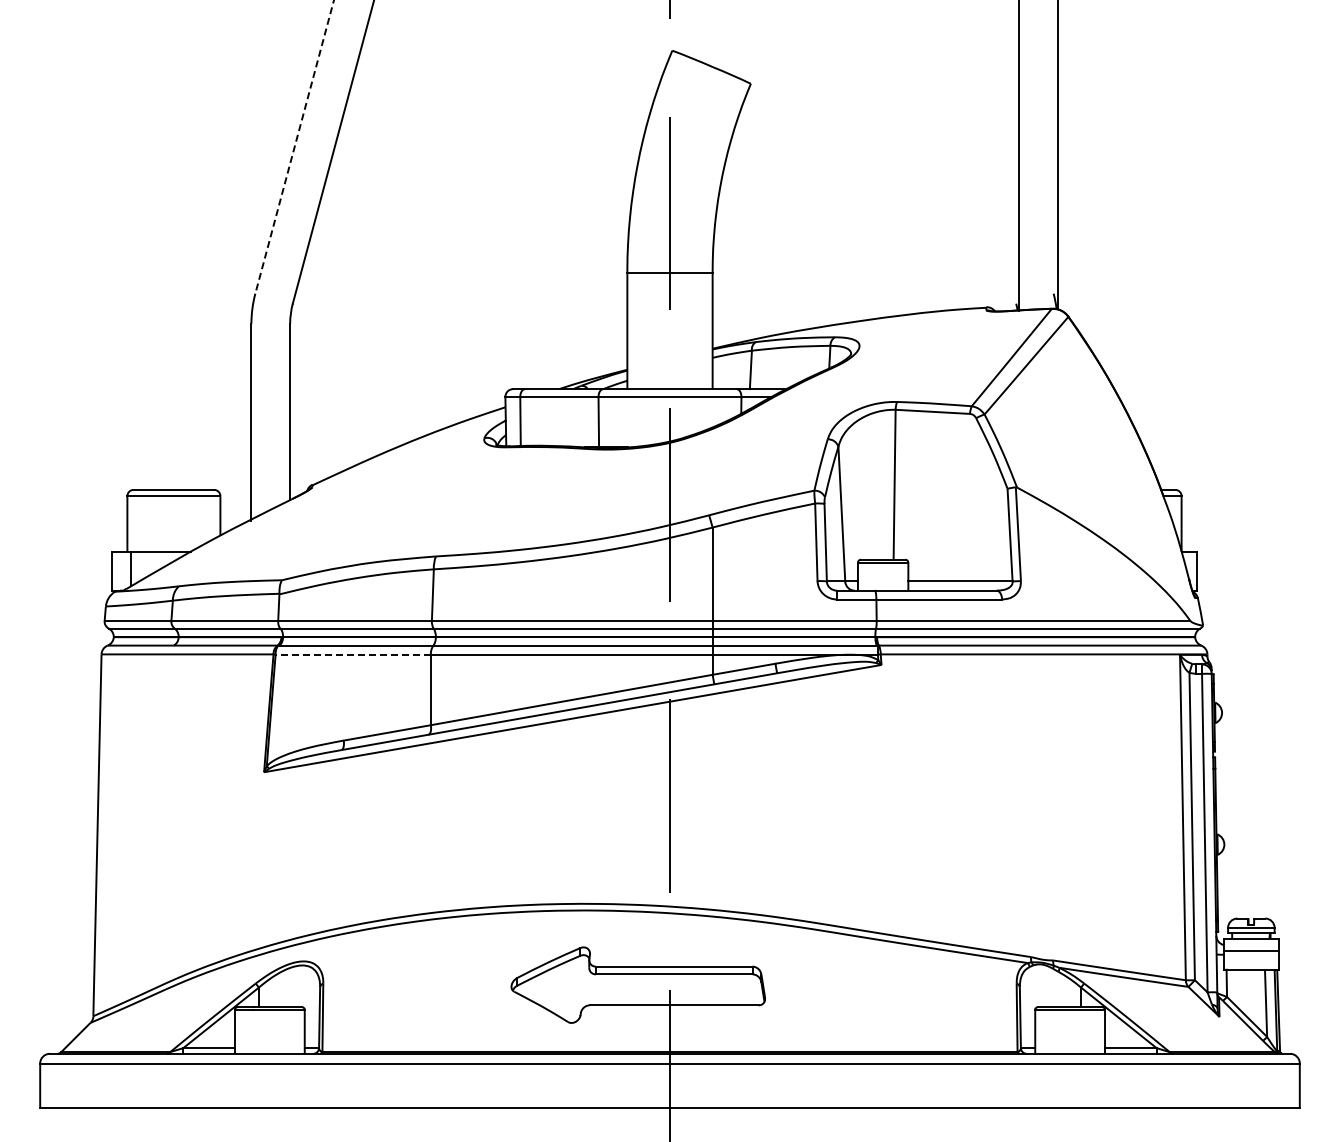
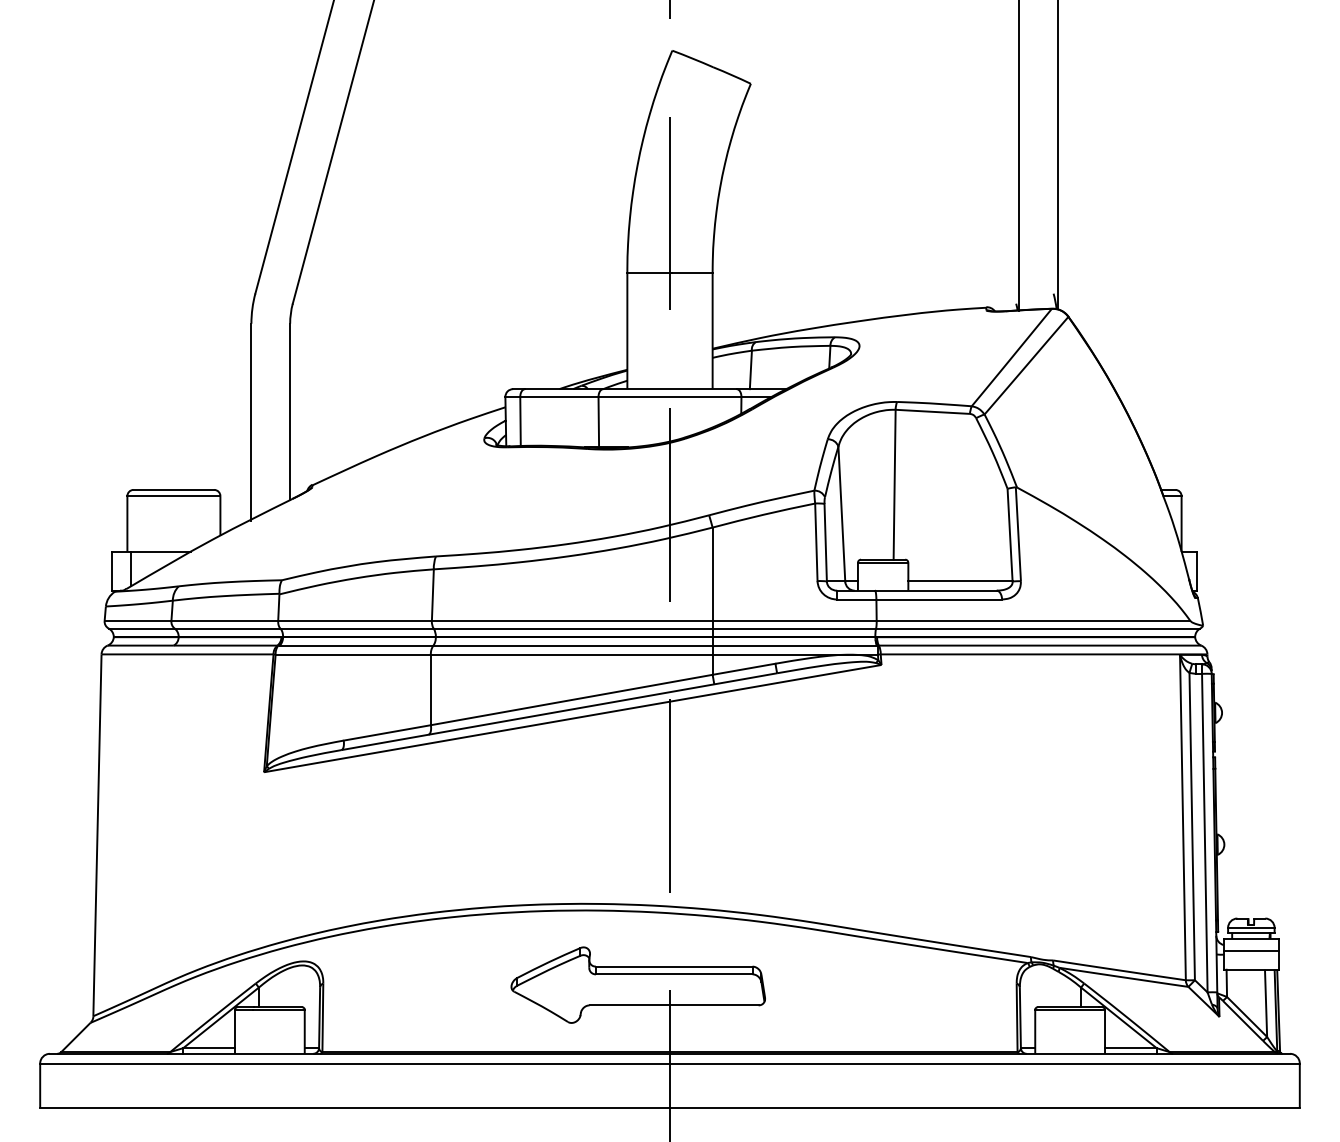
line at (294, 147): dashed -> solid
line at (353, 654): dashed -> solid
